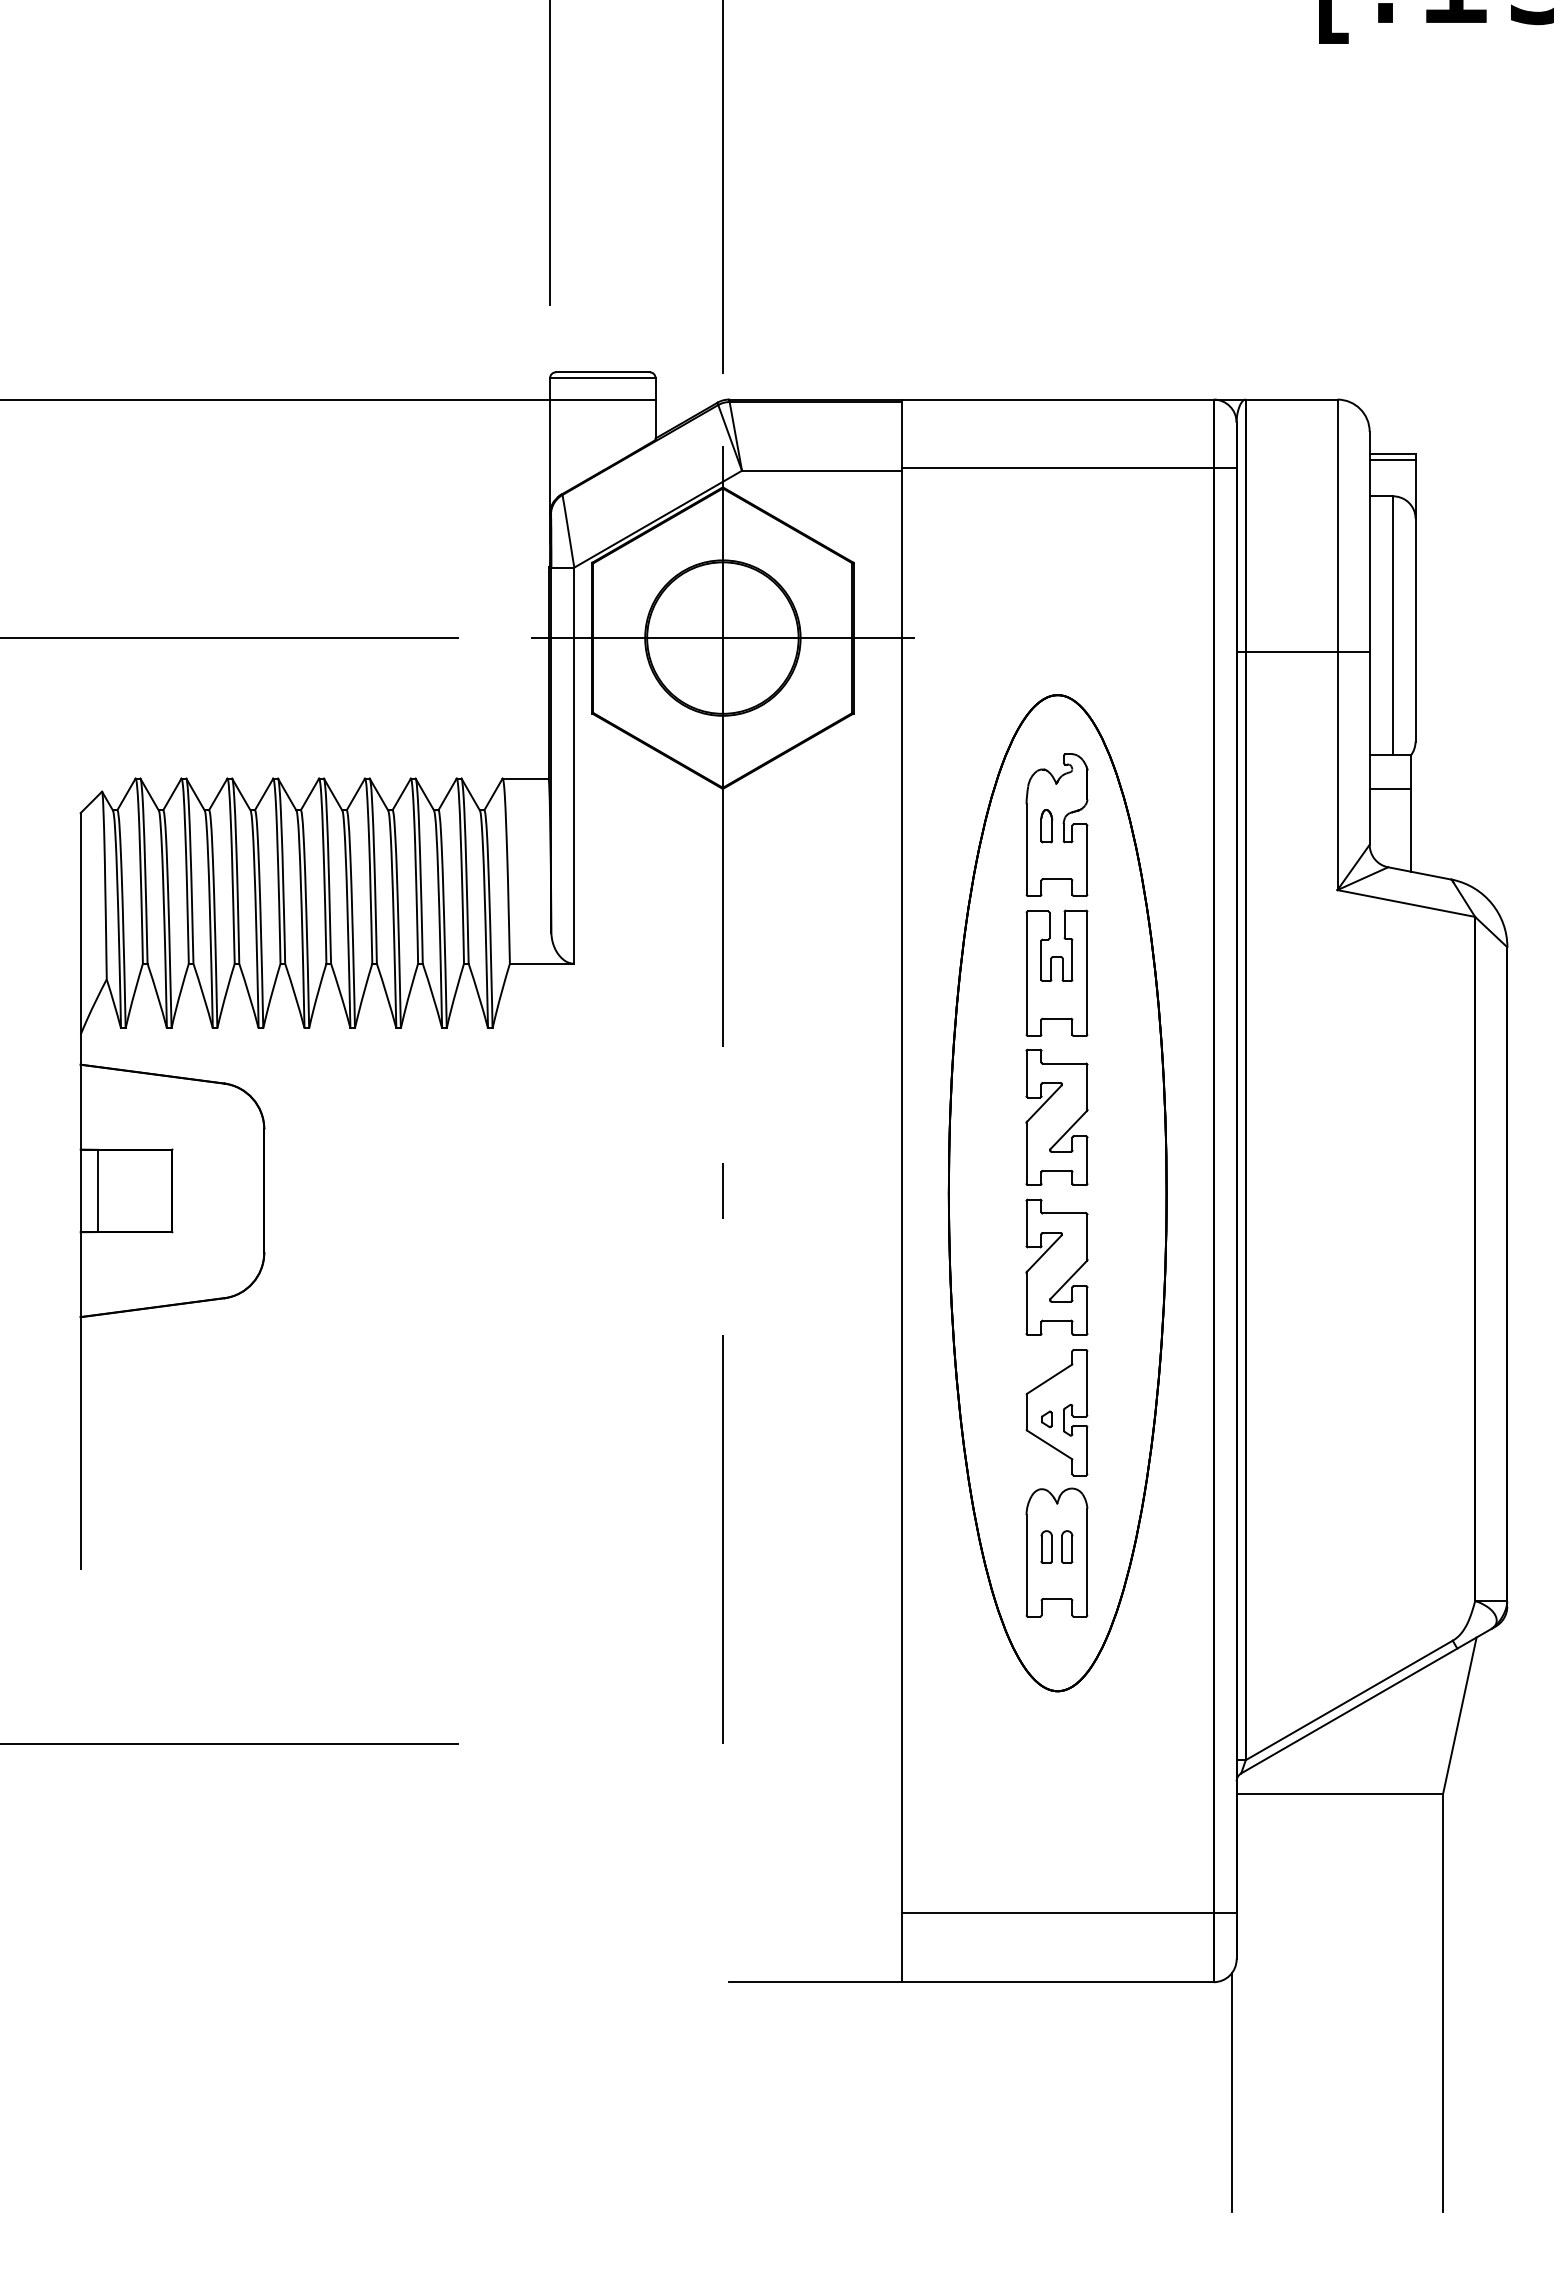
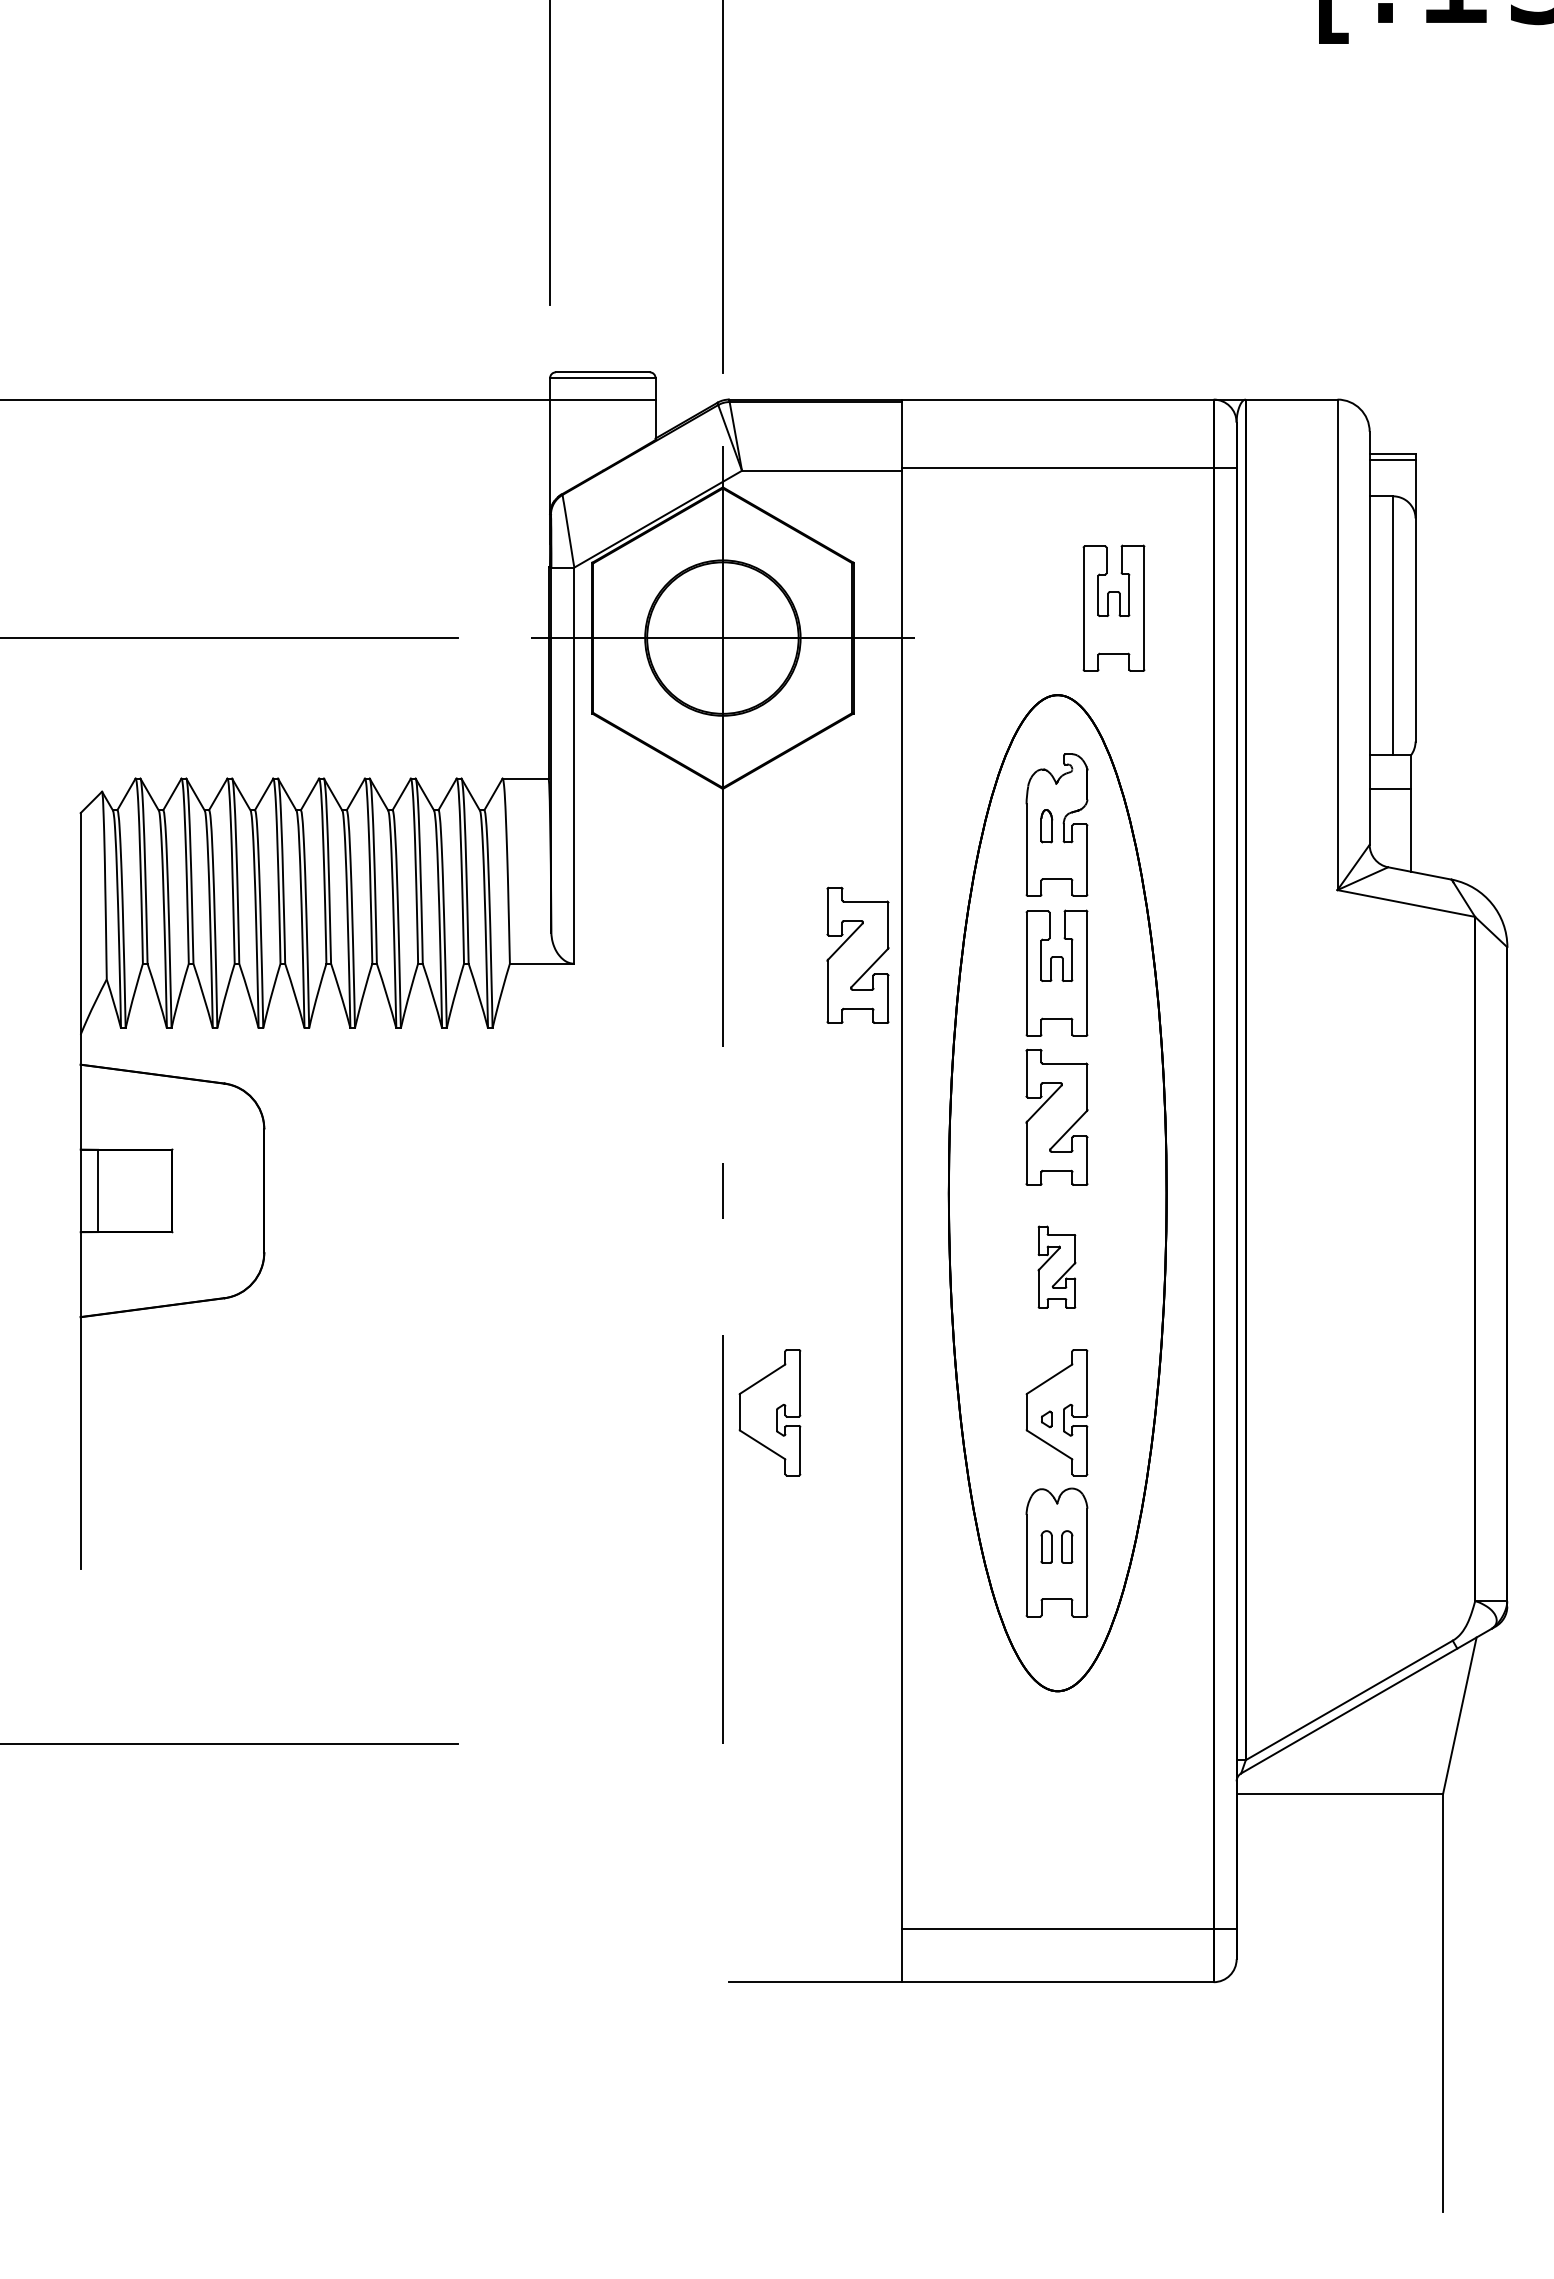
part at (1113, 607): none -> present
line at (1302, 651): present -> none
part at (857, 954): none -> present
part at (1056, 1266) size: 64x138 px -> 40x84 px
part at (769, 1412): none -> present
line at (1068, 1913) position: (1068, 1913) -> (1068, 1929)
line at (1232, 2091): present -> none
